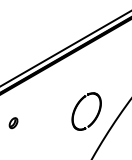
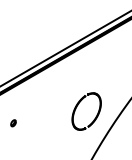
part at (13, 123) size: 11x13 px -> 7x9 px
